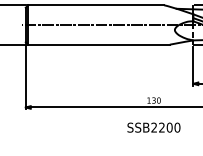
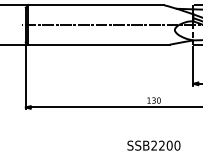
text at (153, 127) position: (153, 127) -> (153, 145)
